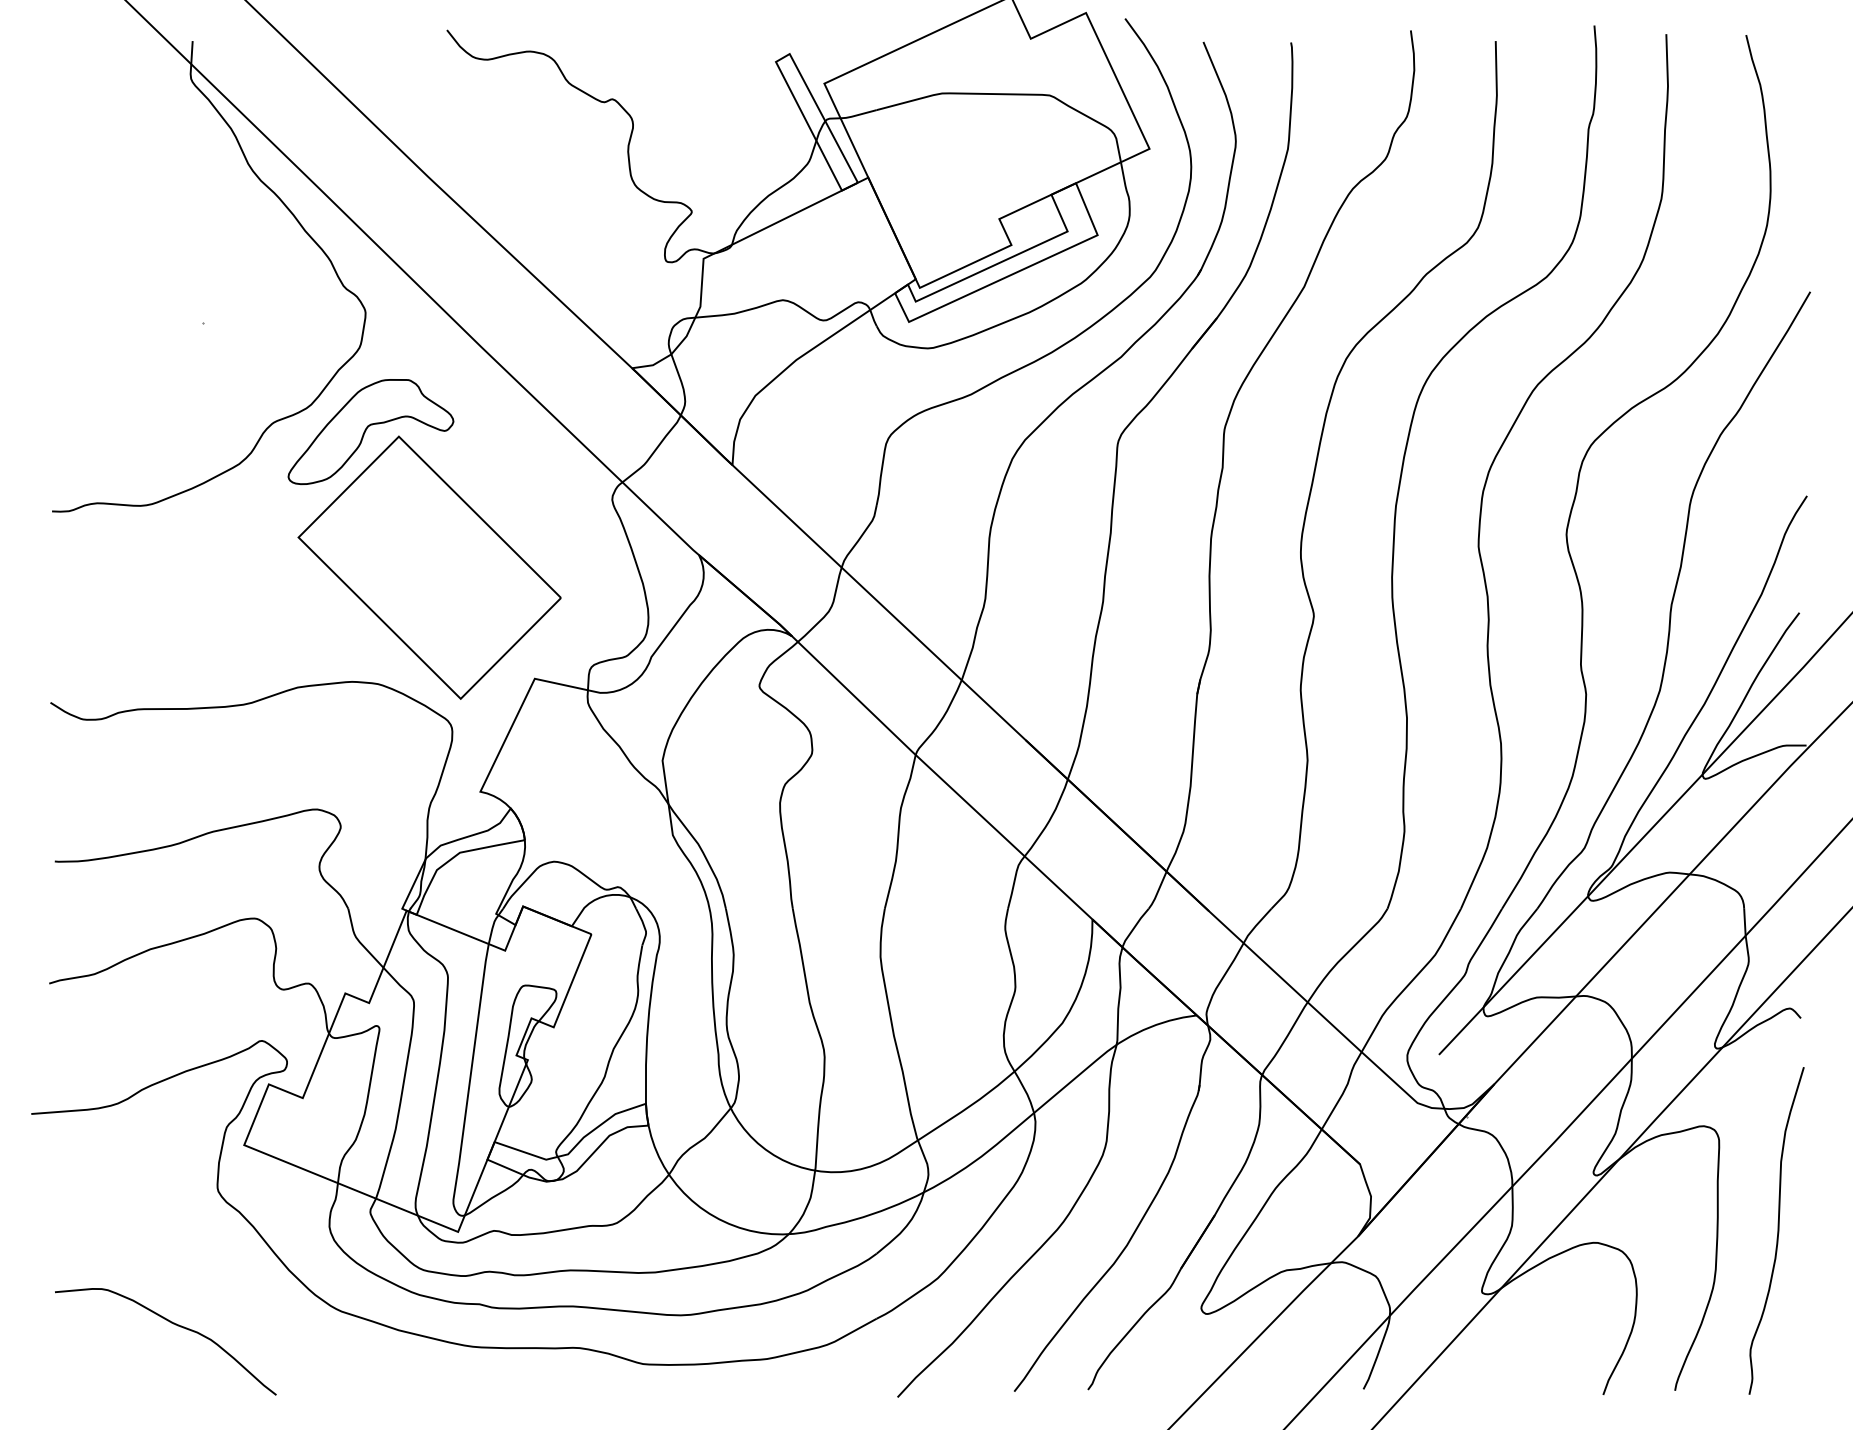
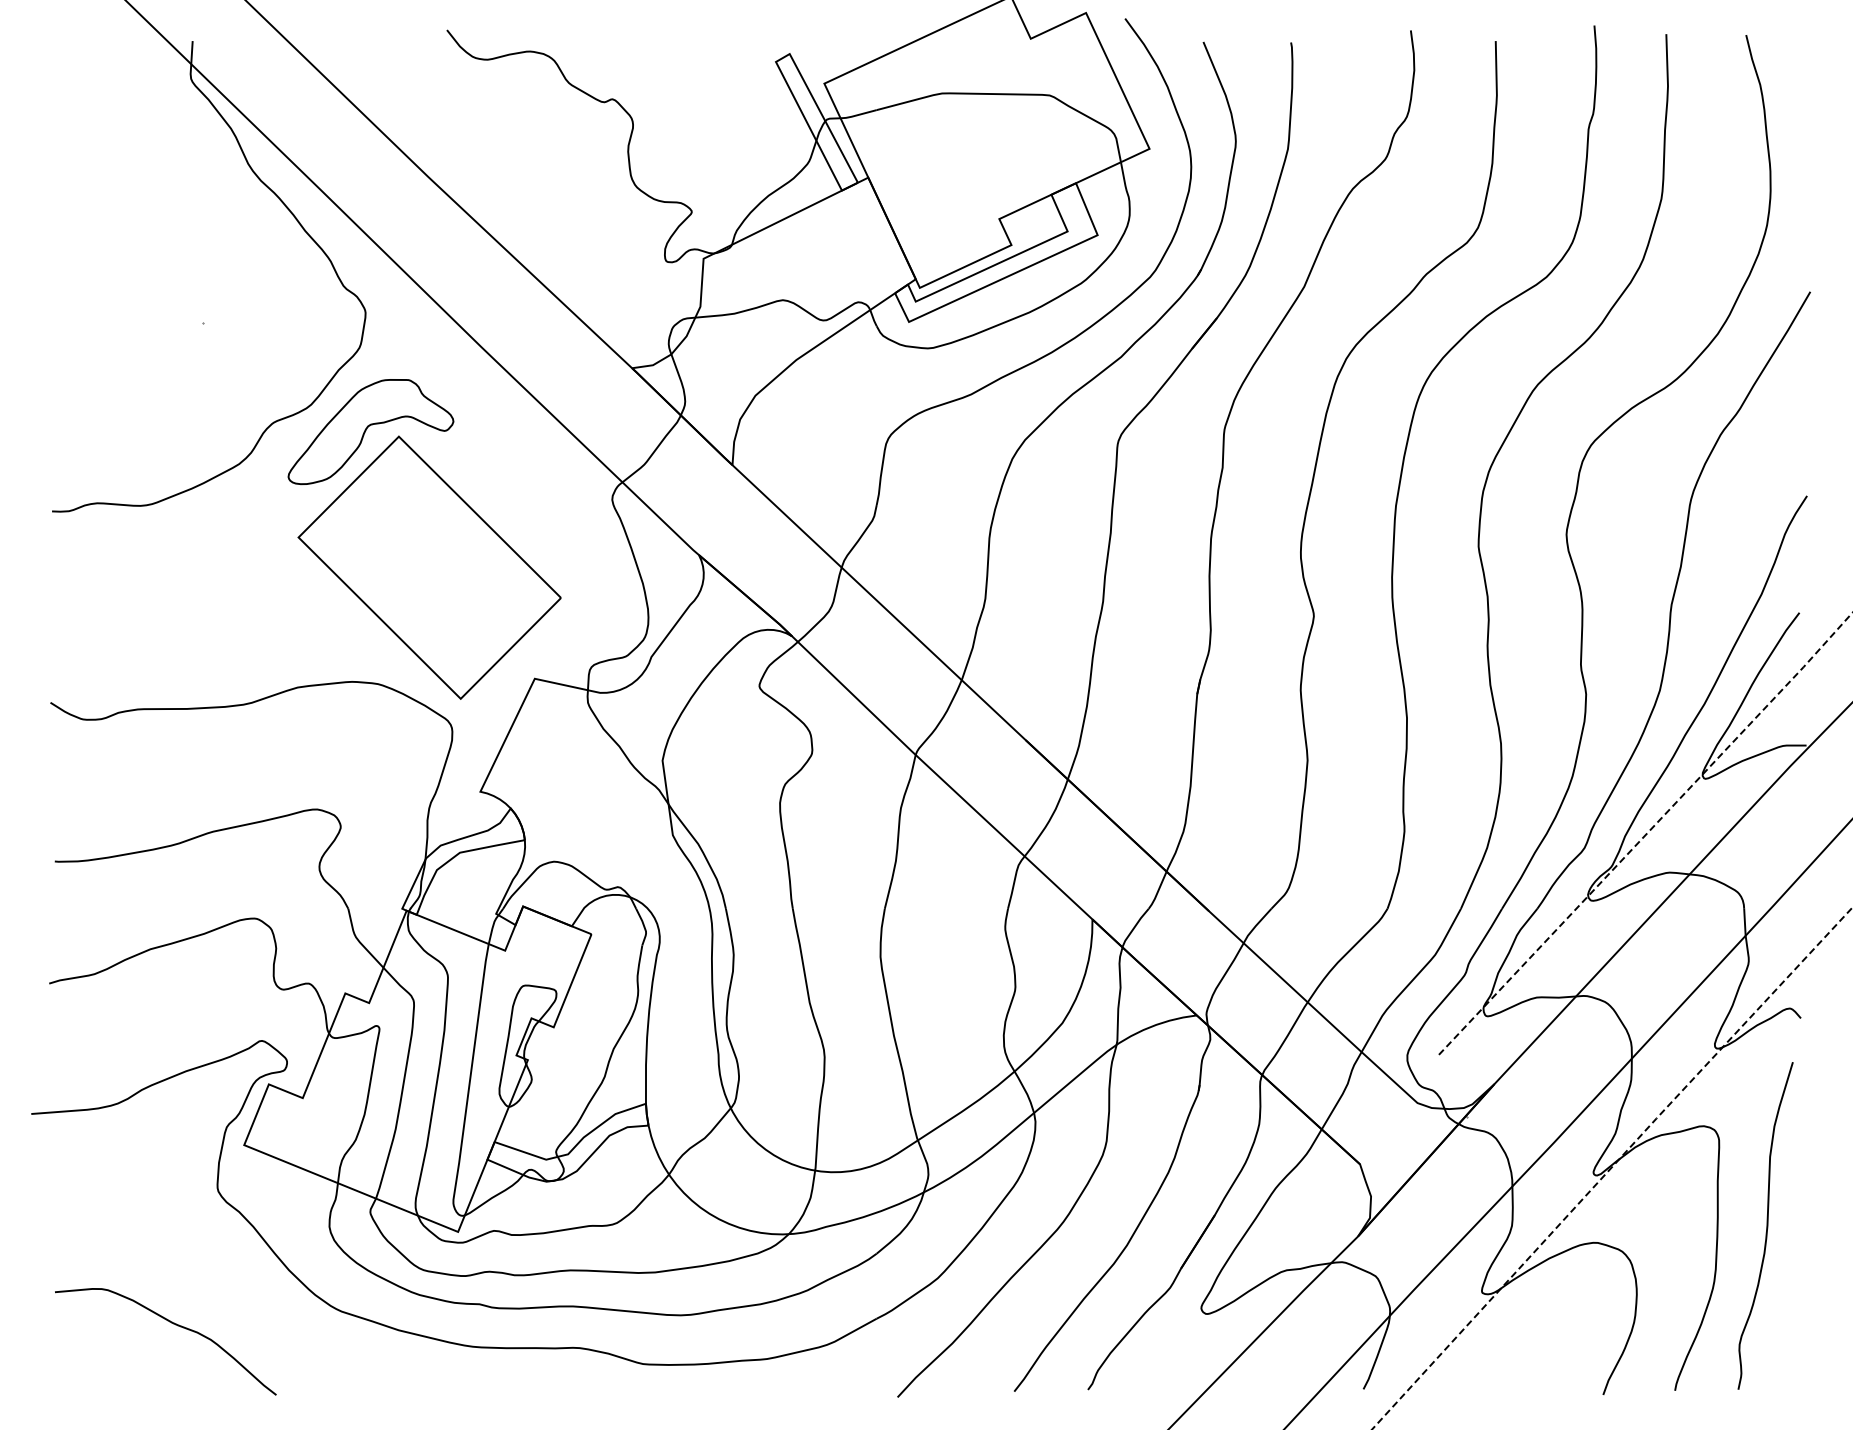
line at (1646, 833): solid -> dashed
line at (1612, 1167): solid -> dashed
curve at (1777, 1230) position: (1777, 1230) -> (1766, 1225)
